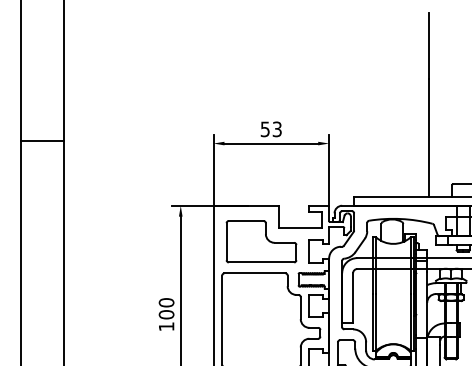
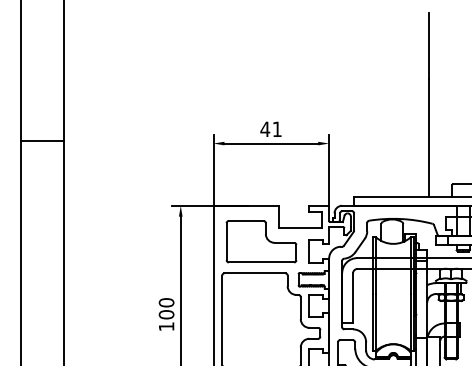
text at (270, 129): 53 -> 41
